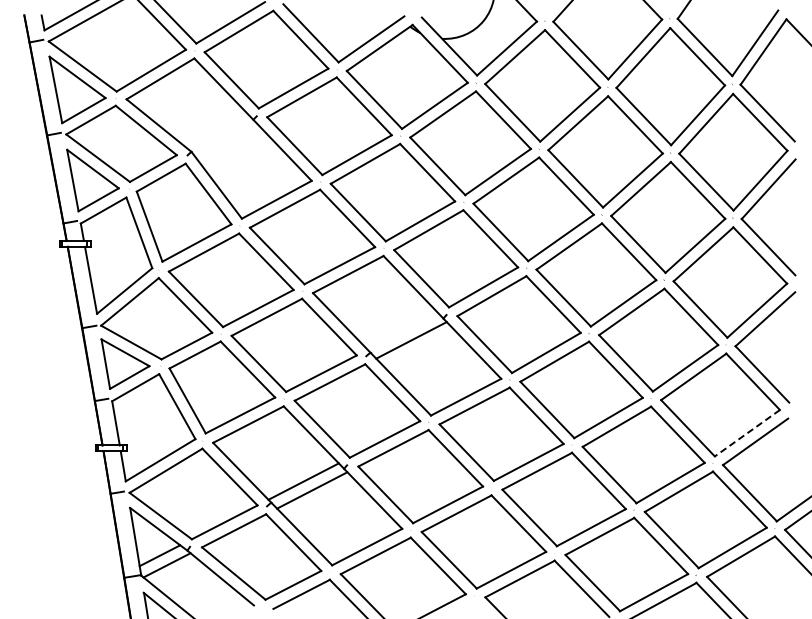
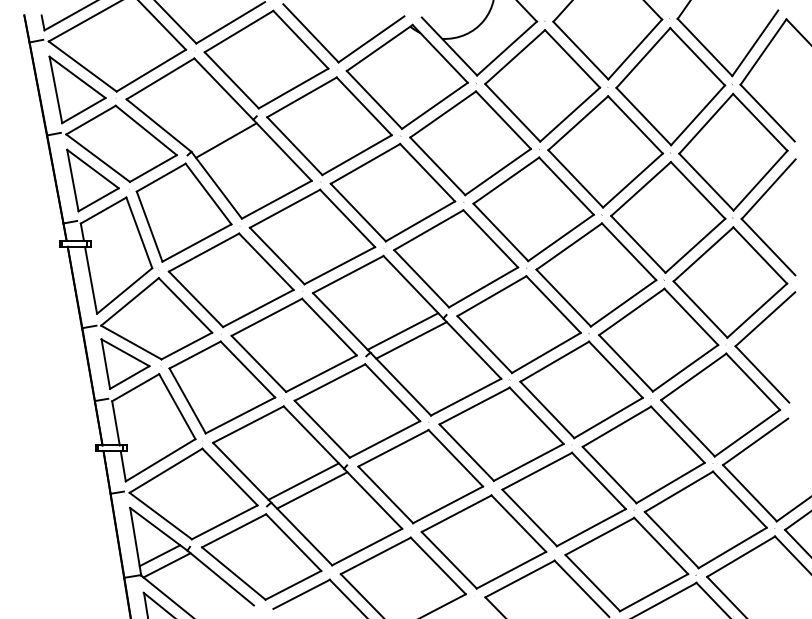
line at (226, 140): none -> present
line at (402, 331): none -> present
line at (746, 433): dashed -> solid
